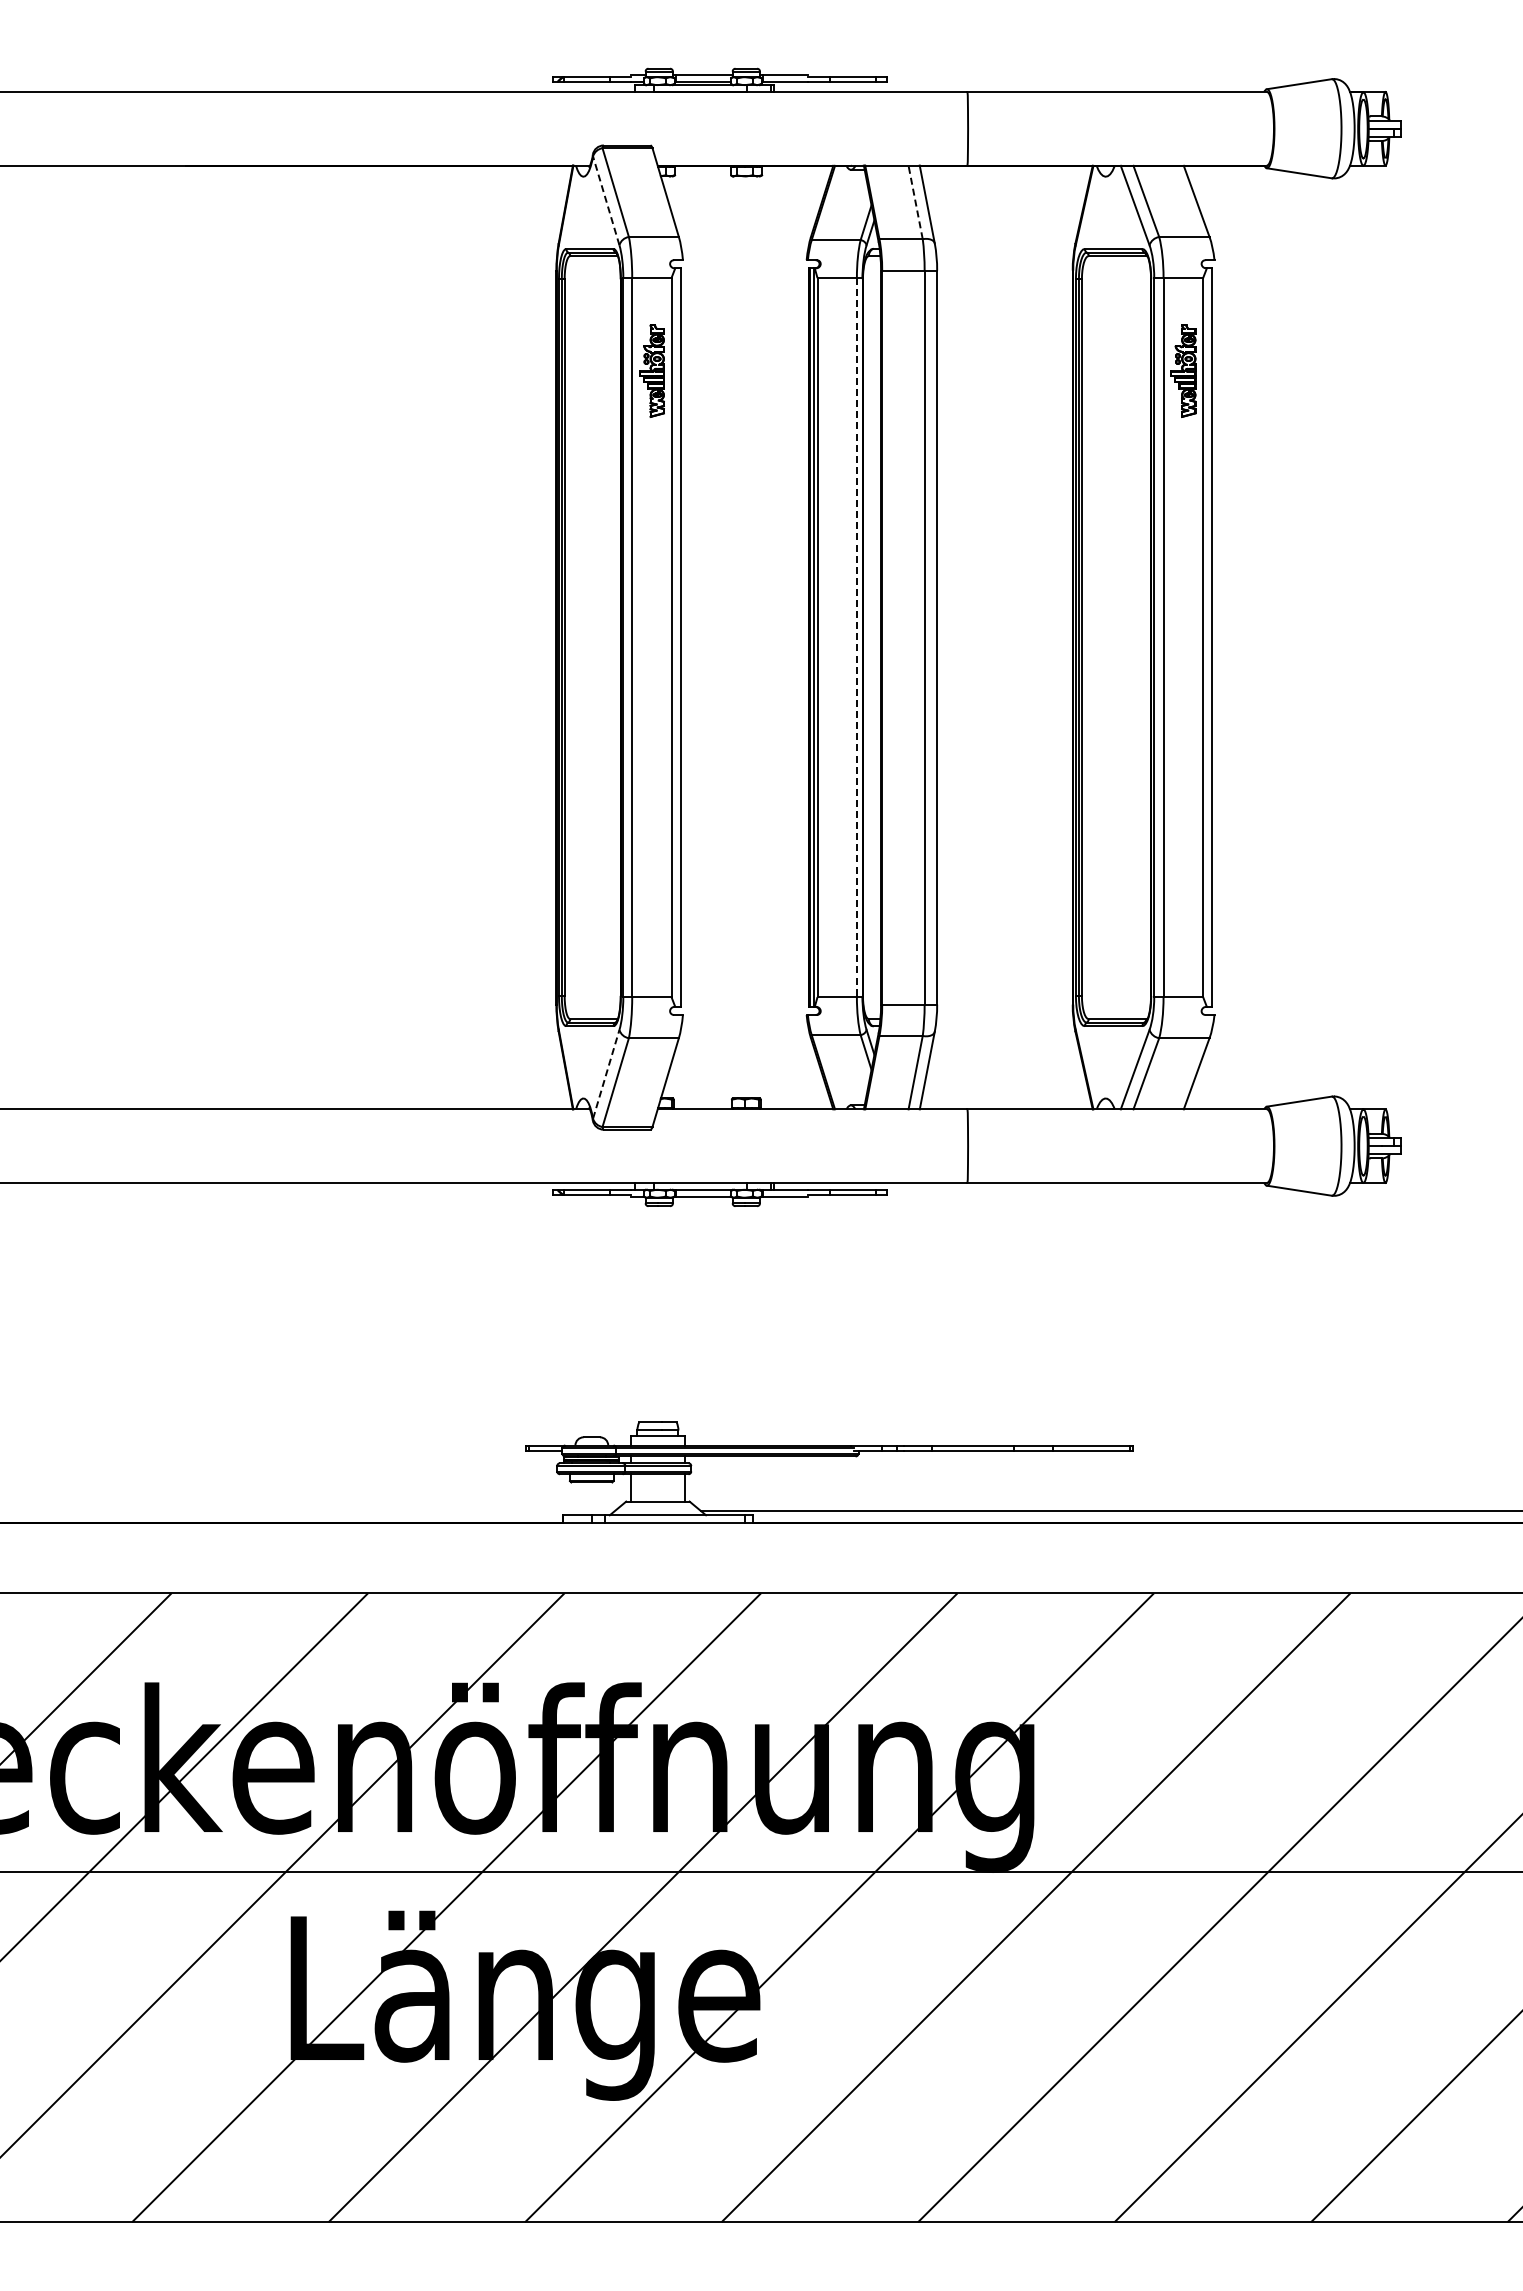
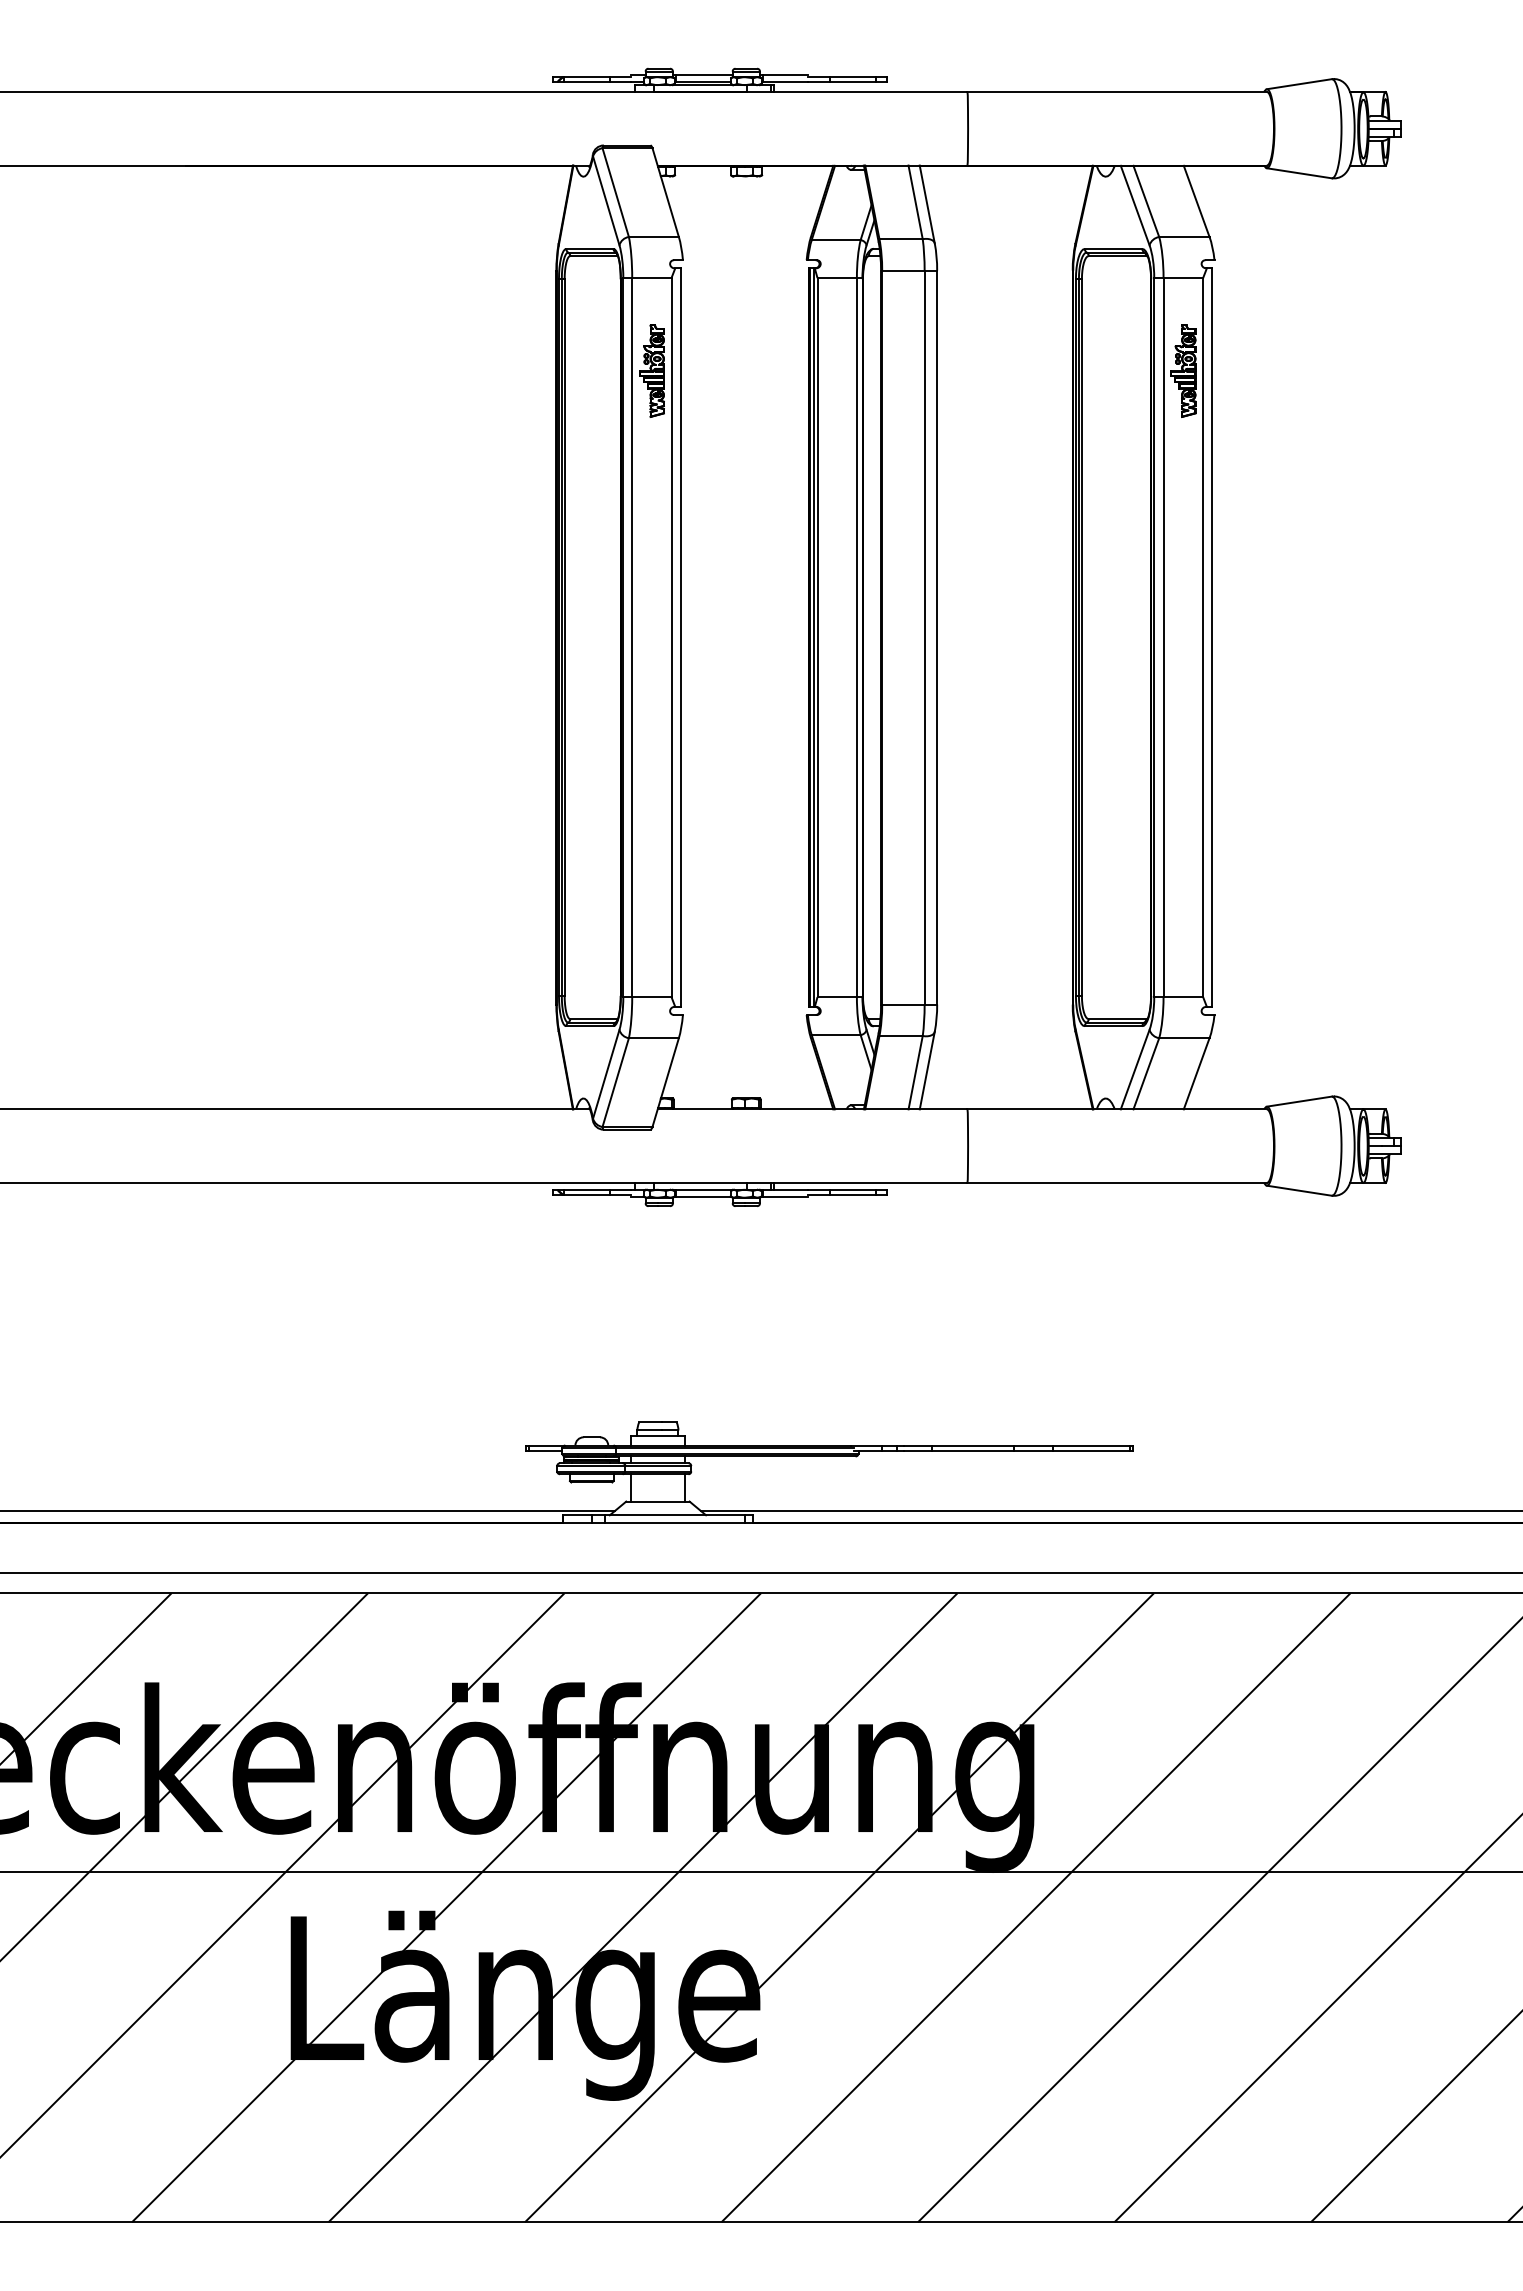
line at (606, 200): dashed -> solid
line at (915, 202): dashed -> solid
line at (856, 637): dashed -> solid
line at (606, 1073): dashed -> solid
line at (308, 1511): none -> present
line at (760, 1572): none -> present
